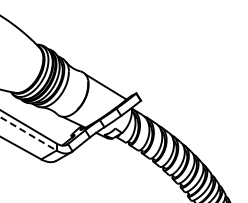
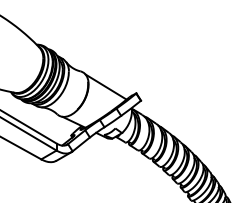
line at (29, 134): dashed -> solid
